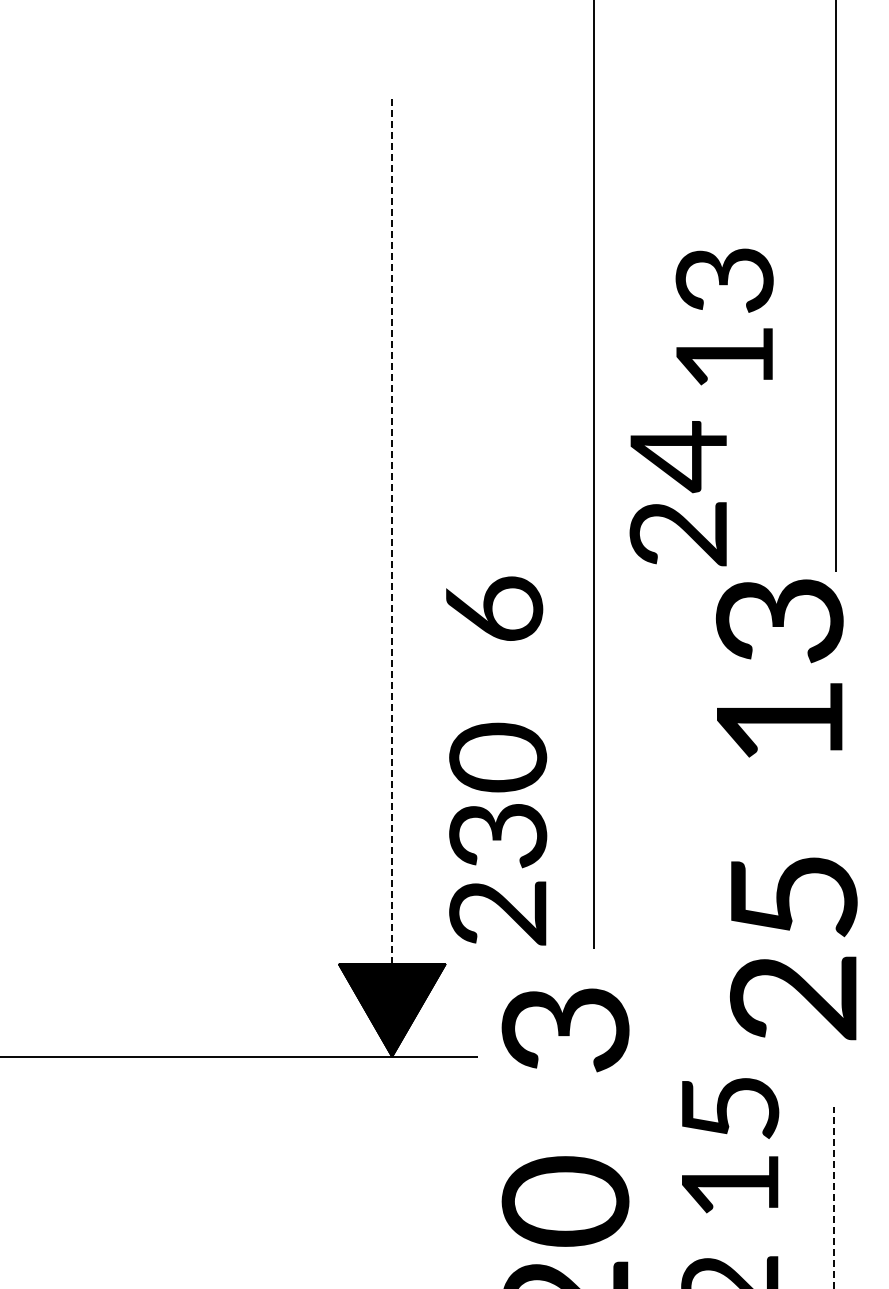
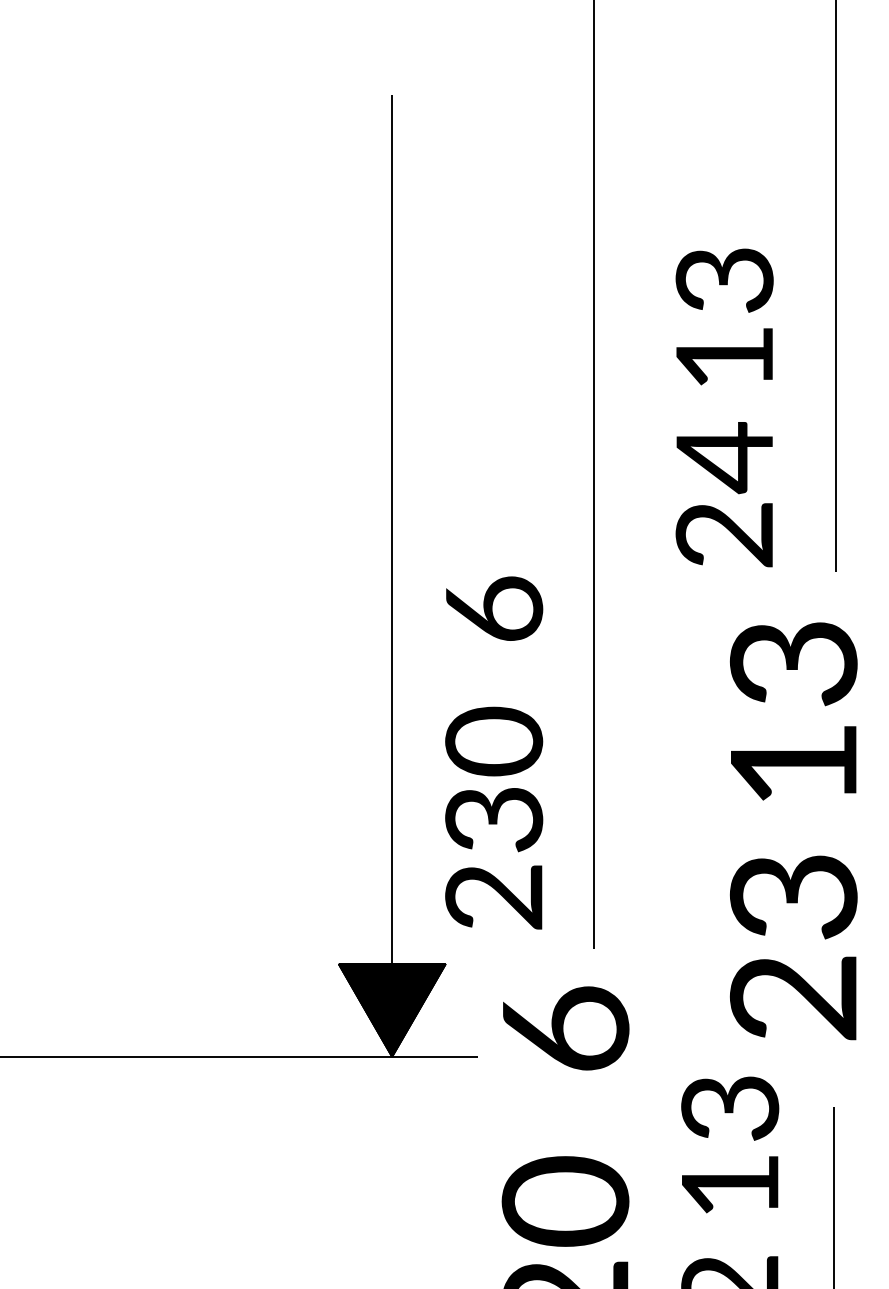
text at (677, 493) position: (677, 493) -> (723, 494)
line at (392, 529): dashed -> solid
text at (779, 668) position: (779, 668) -> (793, 711)
text at (498, 833) position: (498, 833) -> (494, 817)
text at (793, 897): 25 -> 23
text at (565, 1029): 3 -> 6
text at (730, 1108): 15 -> 13
line at (833, 1197): dashed -> solid
